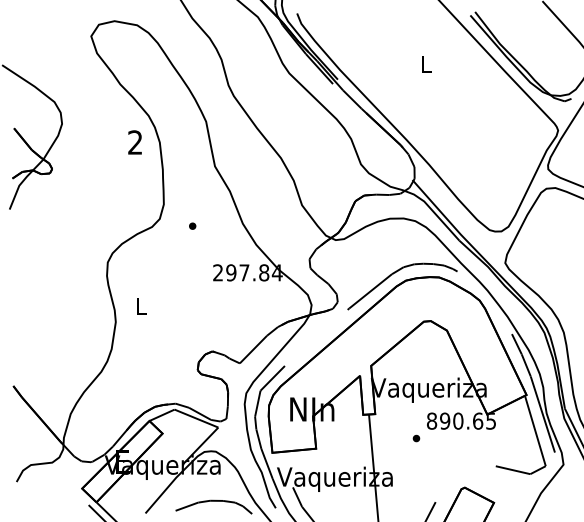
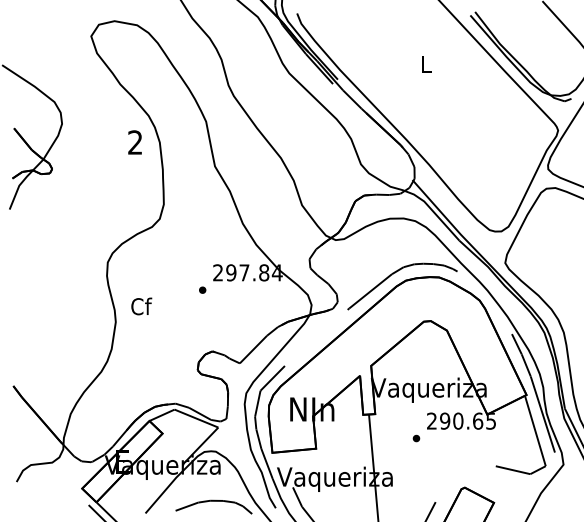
part at (192, 225) position: (192, 225) -> (202, 289)
text at (141, 306): L -> Cf
text at (432, 420): 890.65 -> 290.65
